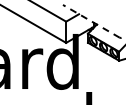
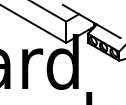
line at (91, 21): dashed -> solid
